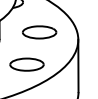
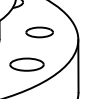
part at (39, 32) size: 36x15 px -> 29x13 px
